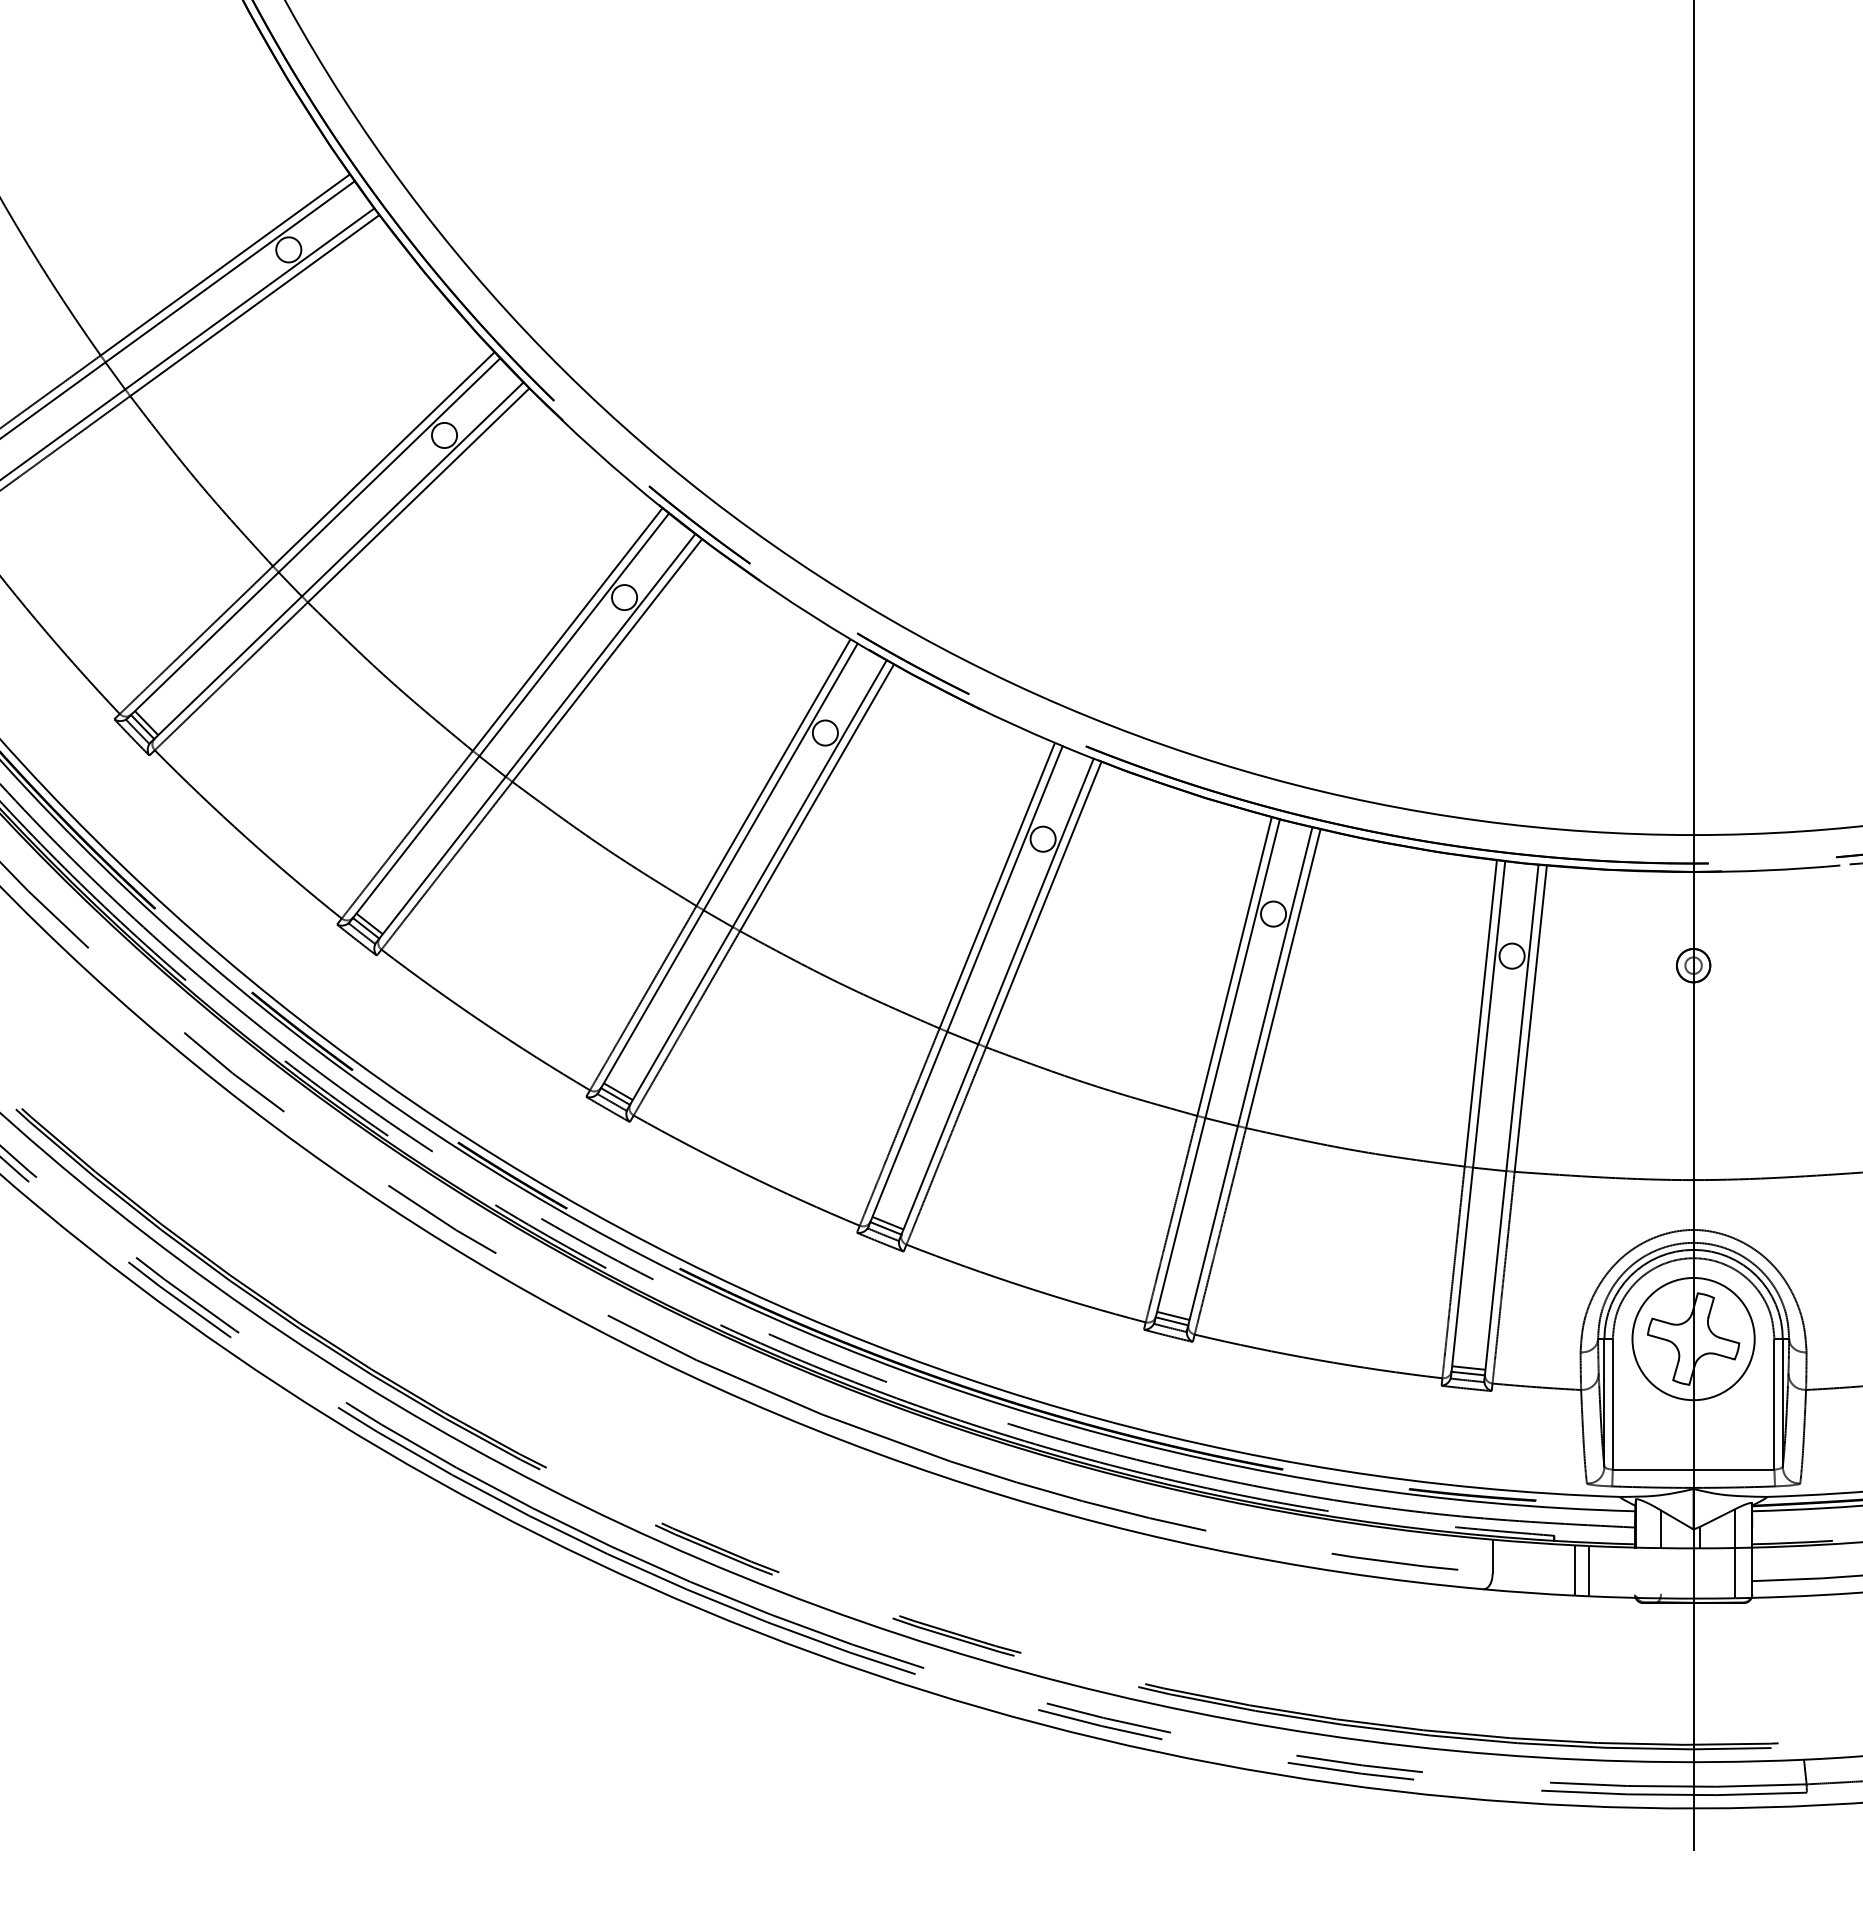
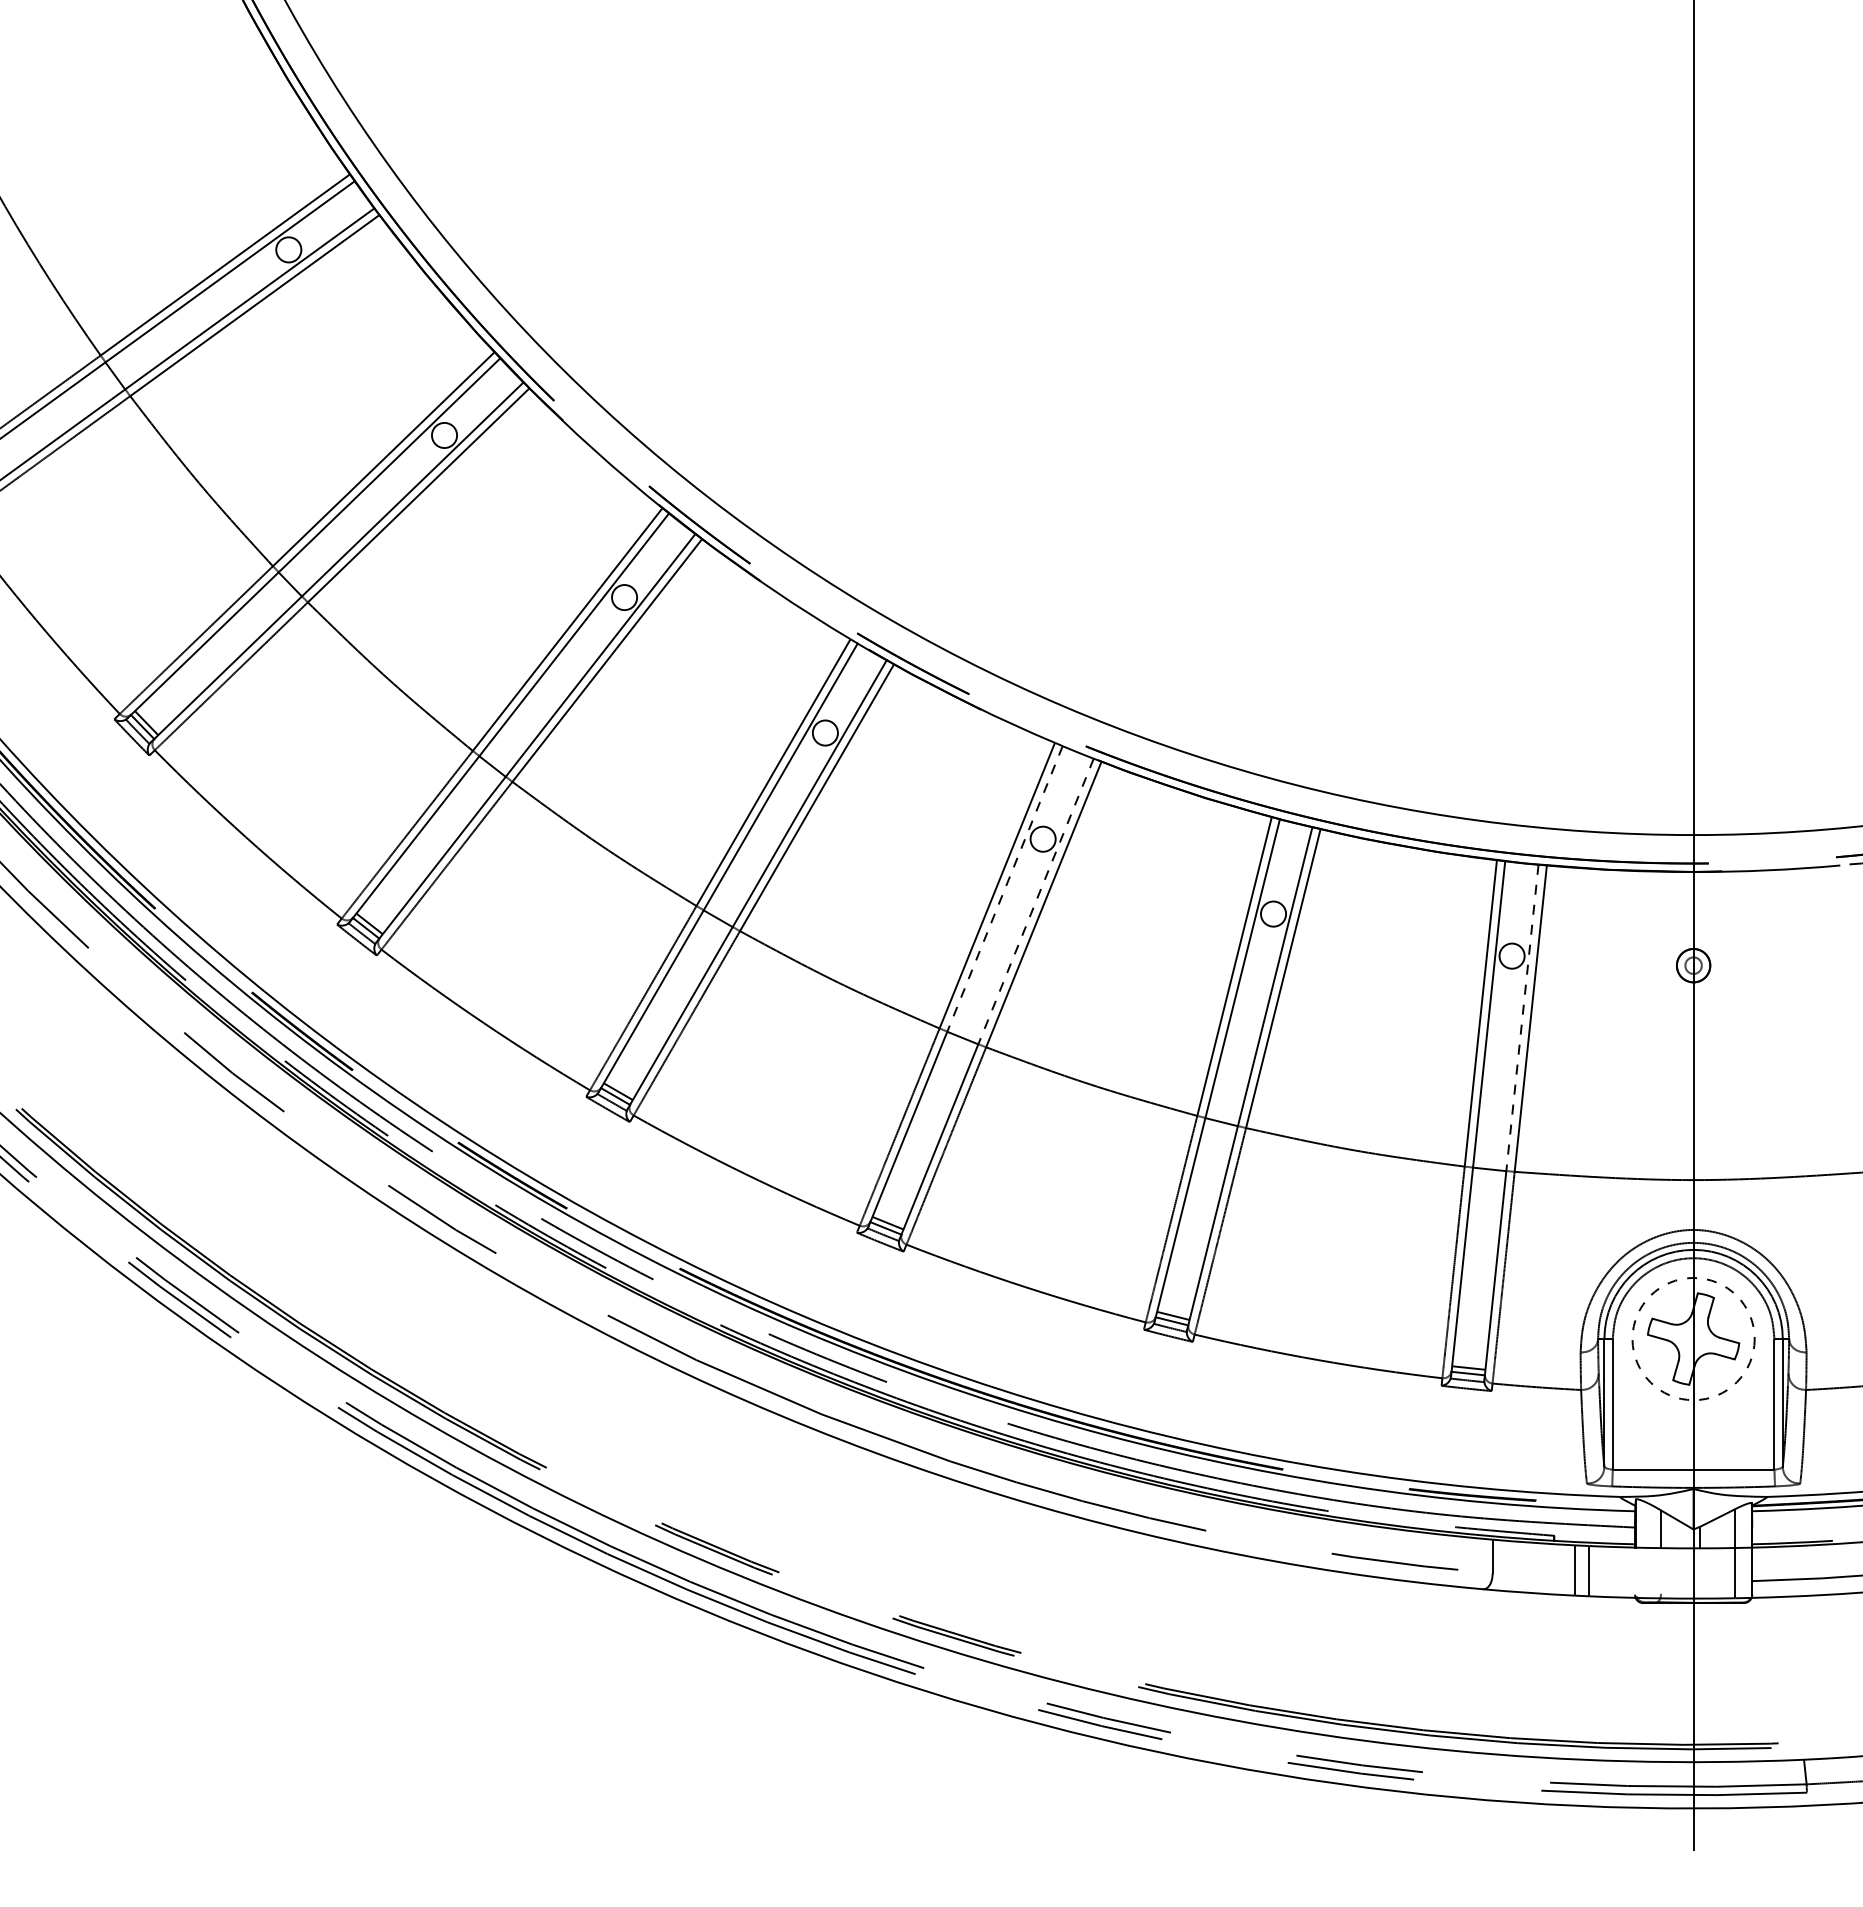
line at (1005, 888): solid -> dashed
line at (1036, 901): solid -> dashed
line at (1522, 1017): solid -> dashed
circle at (1693, 1338): solid -> dashed
